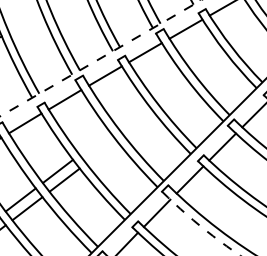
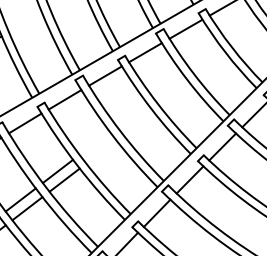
line at (100, 58): dashed -> solid
arc at (199, 225): dashed -> solid
